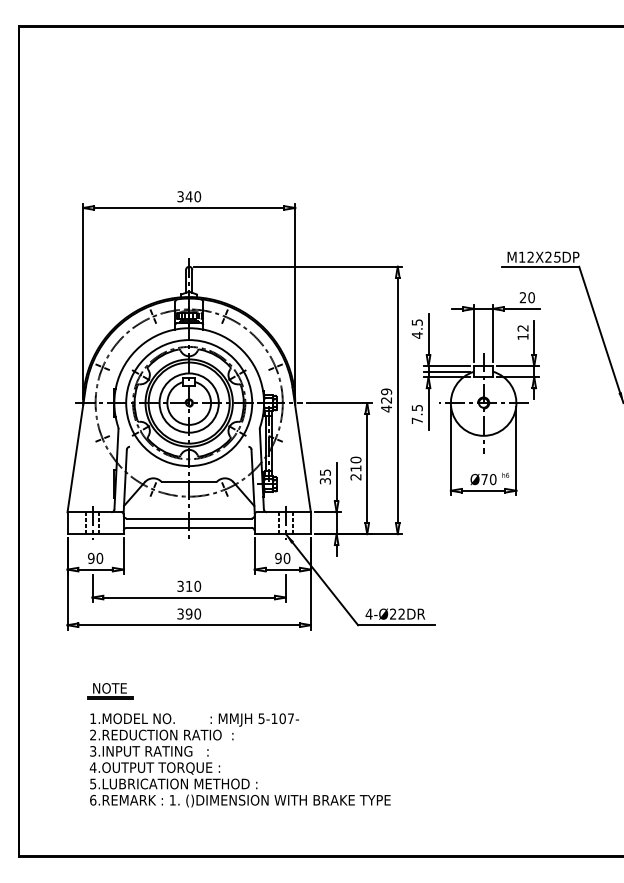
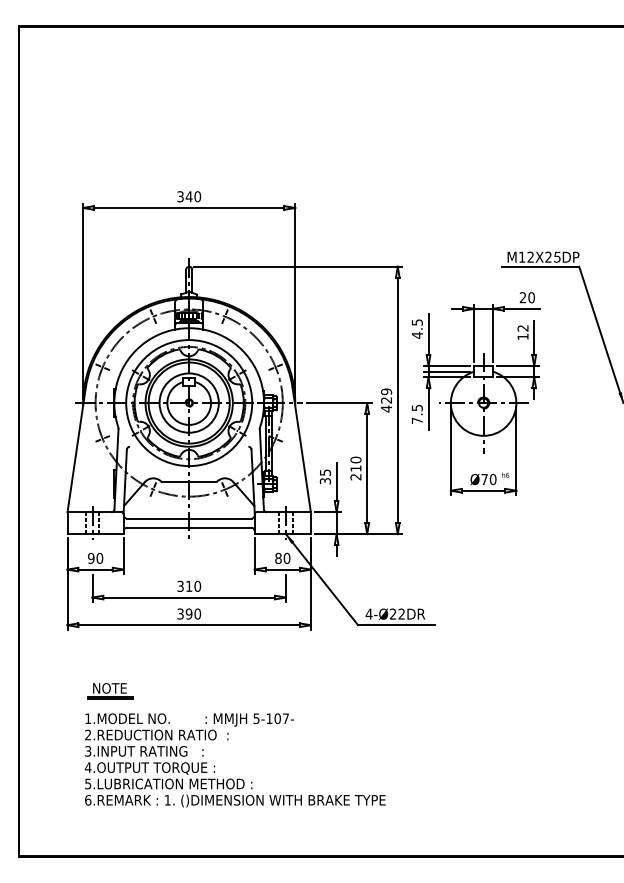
text at (278, 558): 90 -> 80
text at (239, 760) position: (239, 760) -> (234, 760)
